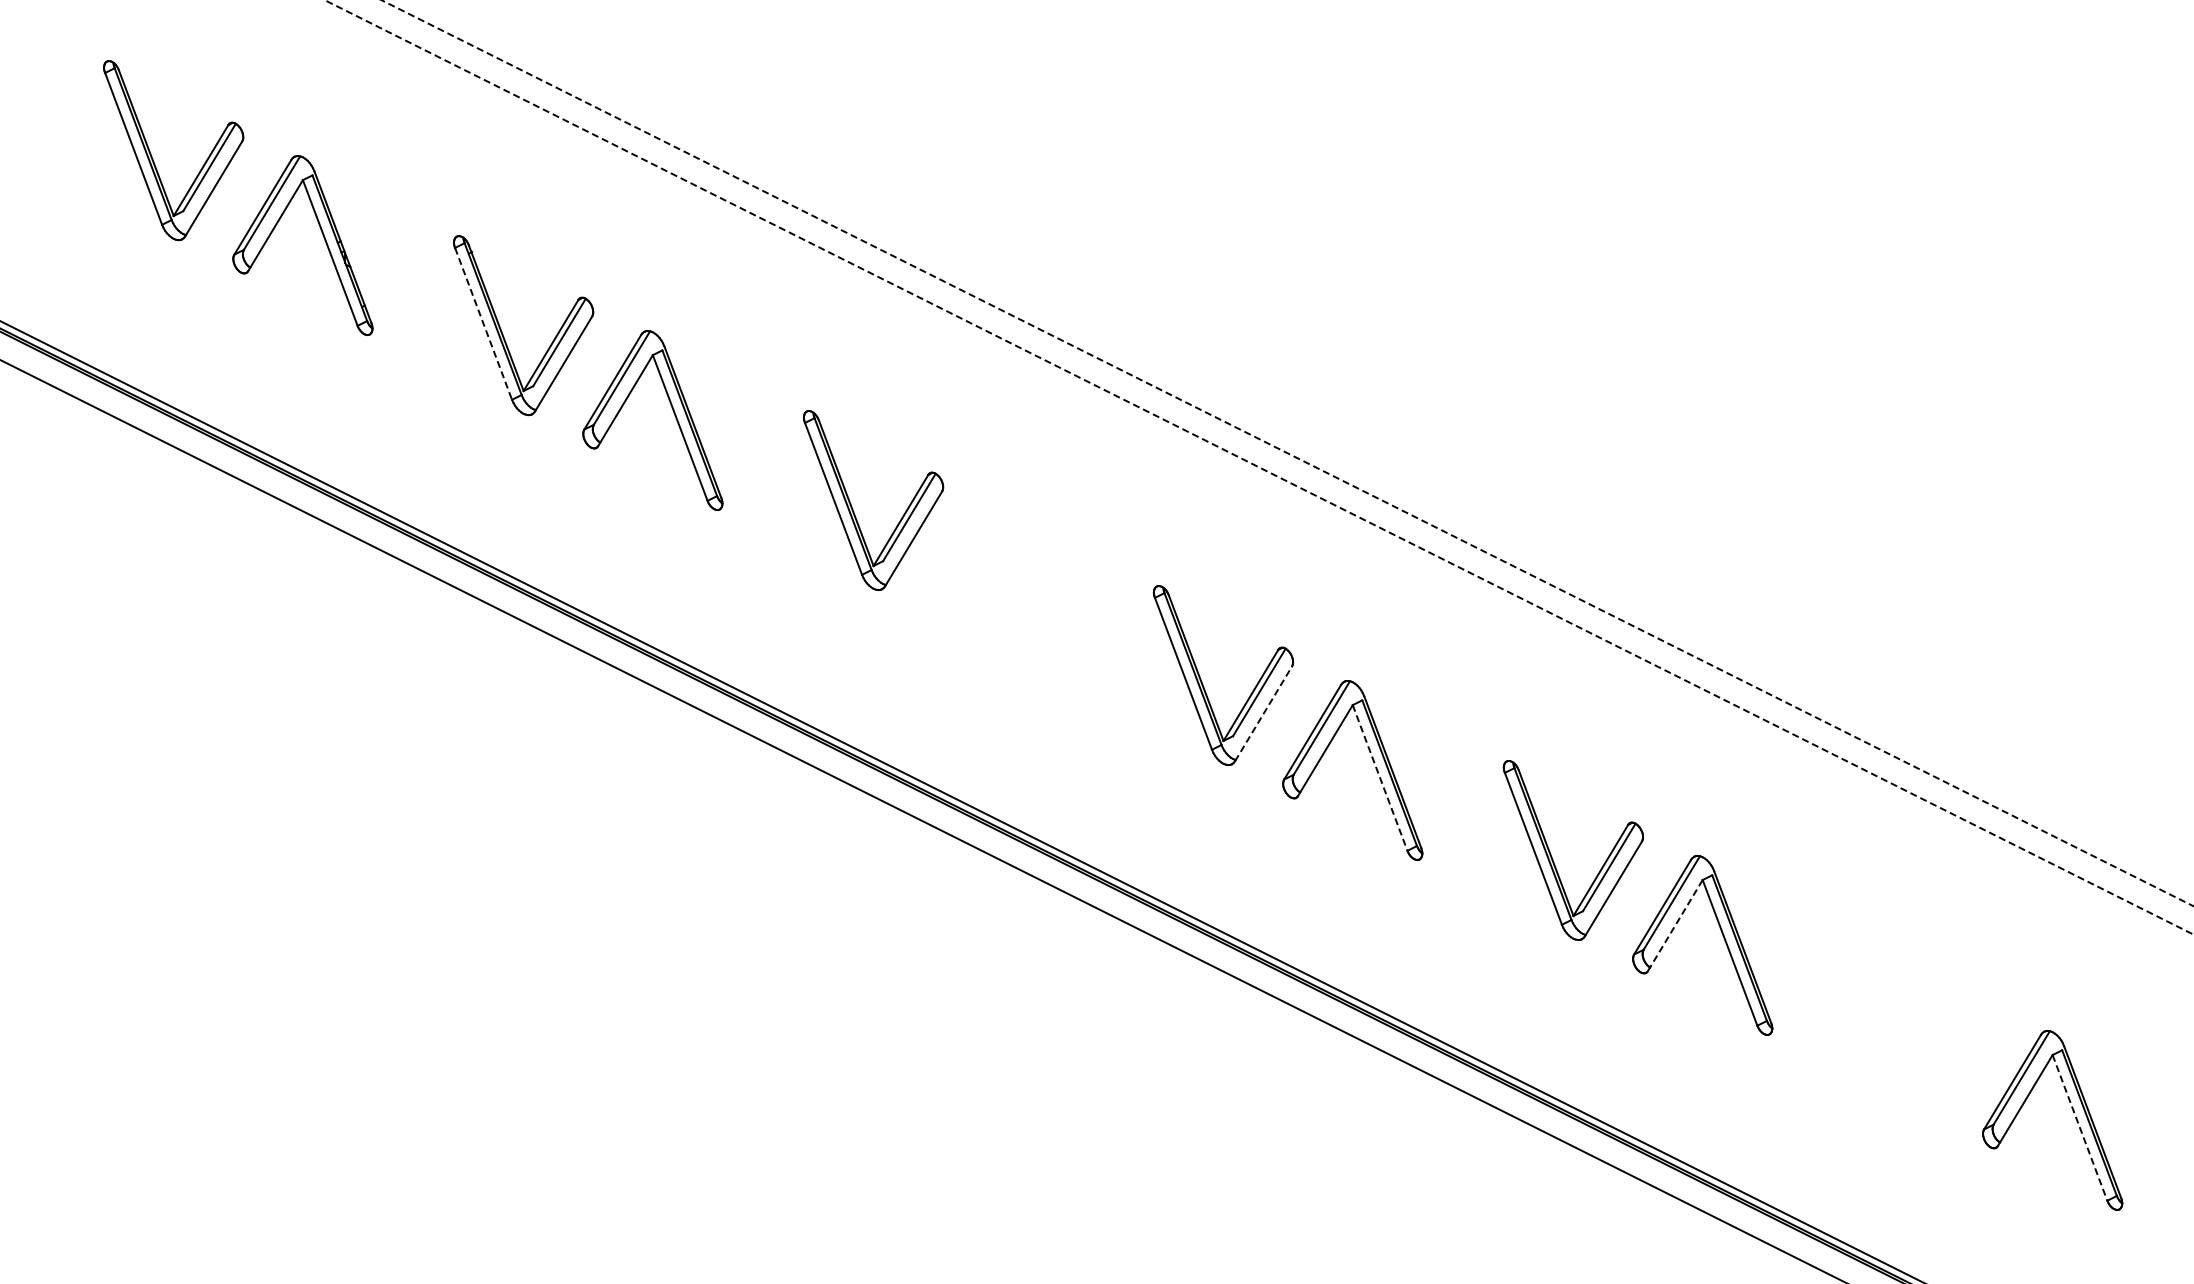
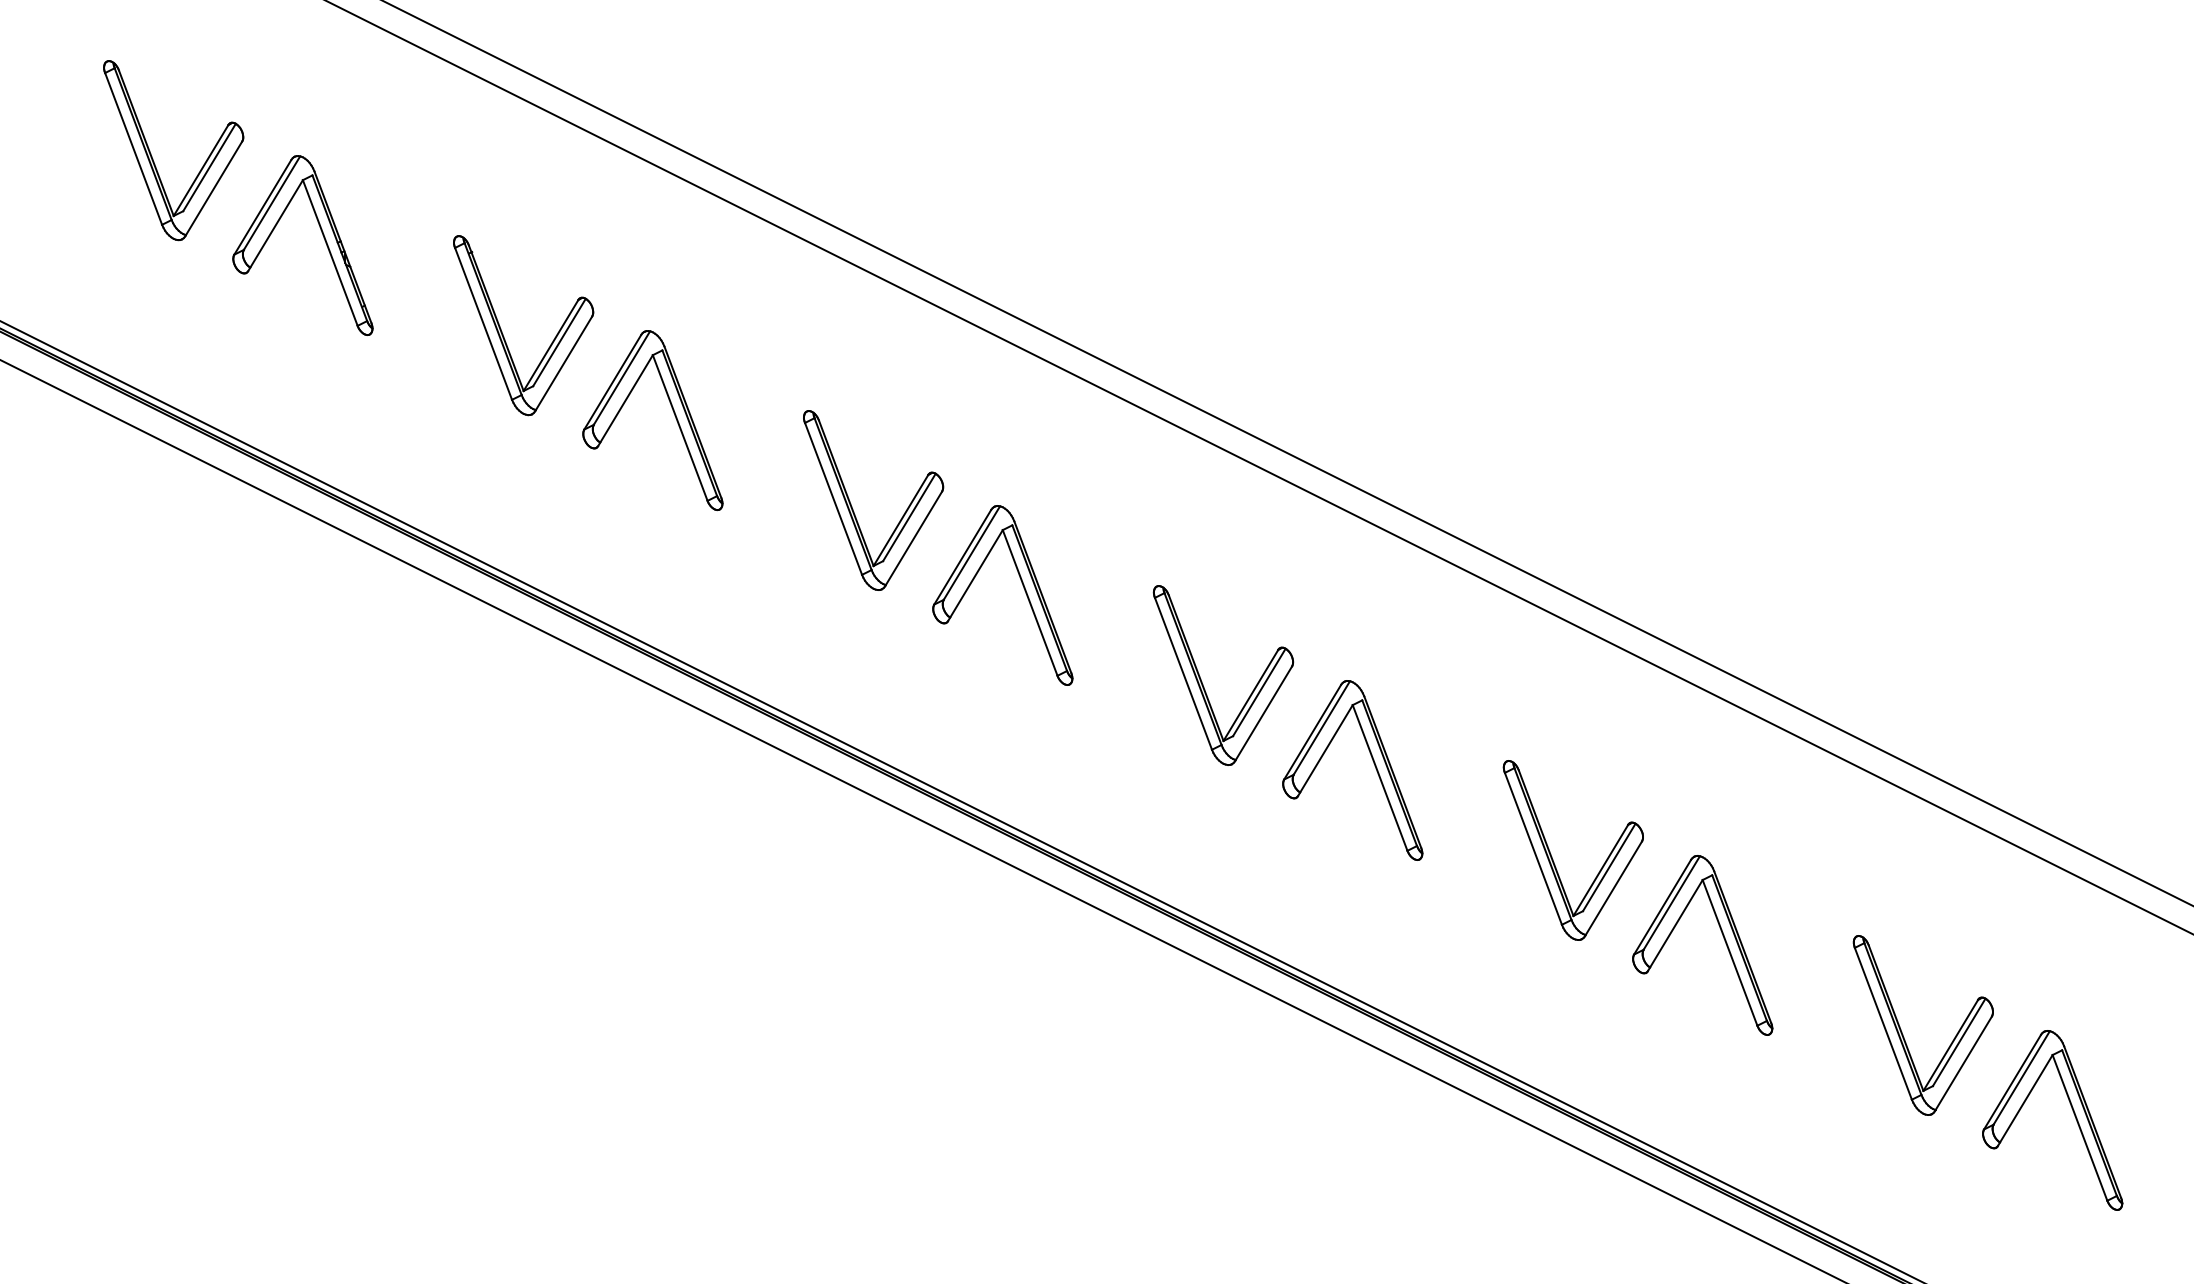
line at (483, 324): dashed -> solid
line at (1286, 452): dashed -> solid
line at (1258, 467): dashed -> solid
part at (1023, 588): none -> present
line at (1263, 713): dashed -> solid
line at (1380, 777): dashed -> solid
line at (1675, 925): dashed -> solid
part at (1902, 1031): none -> present
line at (2079, 1127): dashed -> solid
